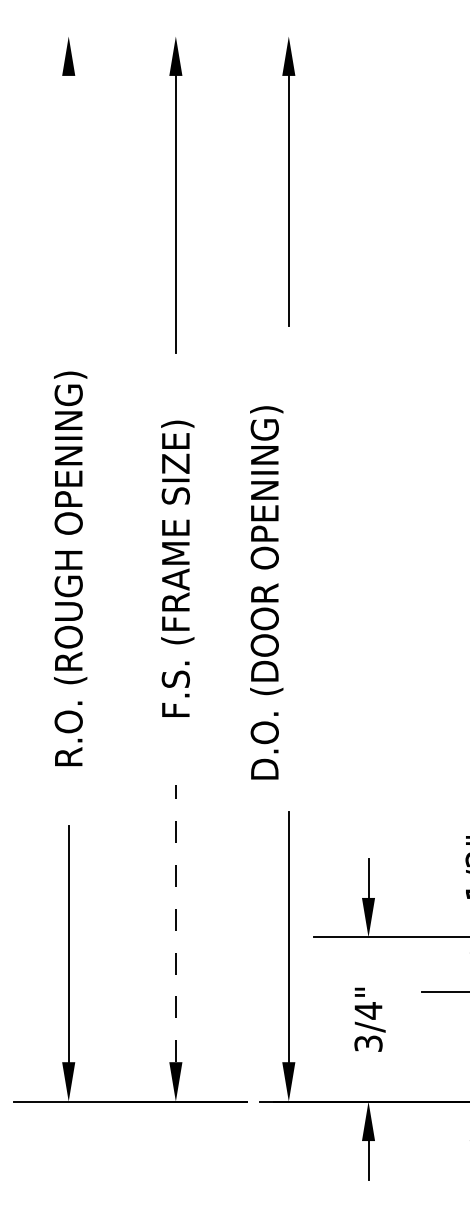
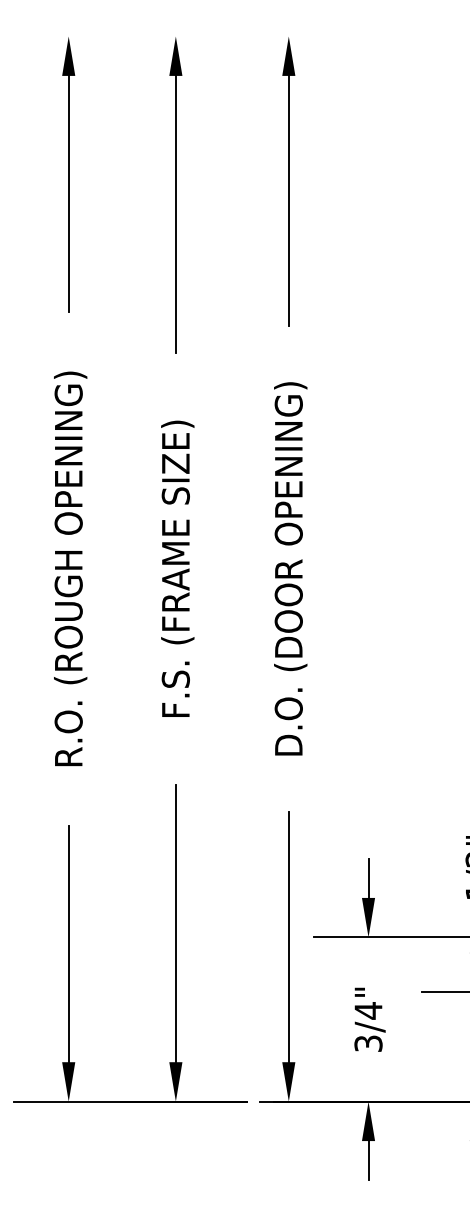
line at (68, 193): none -> present
text at (266, 592) position: (266, 592) -> (290, 568)
line at (175, 923): dashed -> solid
